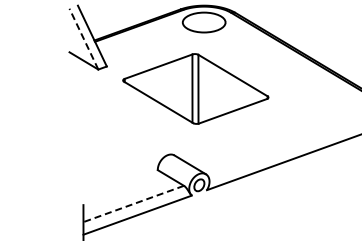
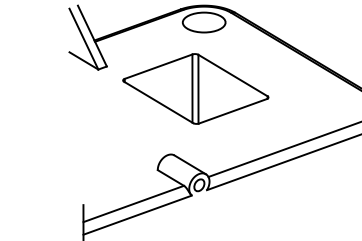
line at (83, 39): dashed -> solid
line at (283, 149): none -> present
line at (133, 204): dashed -> solid
